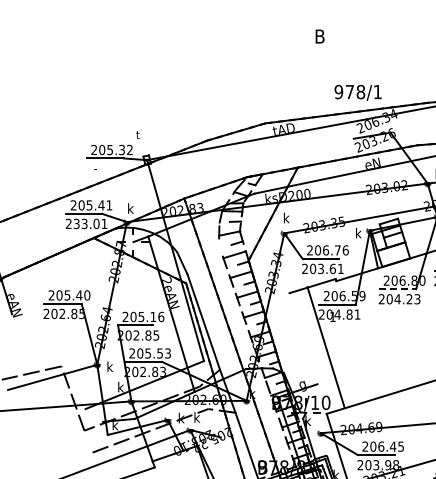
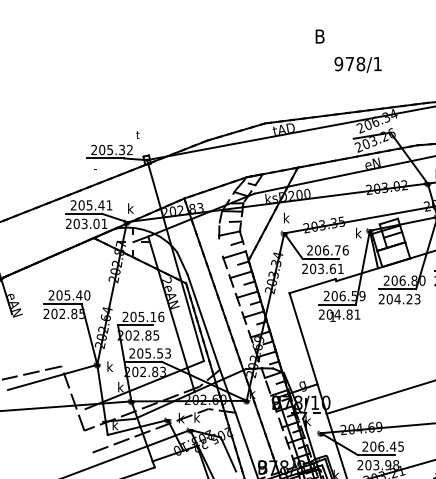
text at (357, 92) position: (357, 92) -> (357, 64)
text at (76, 223): 233.01 -> 203.01
line at (398, 289): dashed -> solid
line at (325, 347) position: (325, 347) -> (307, 353)
line at (228, 454): none -> present
